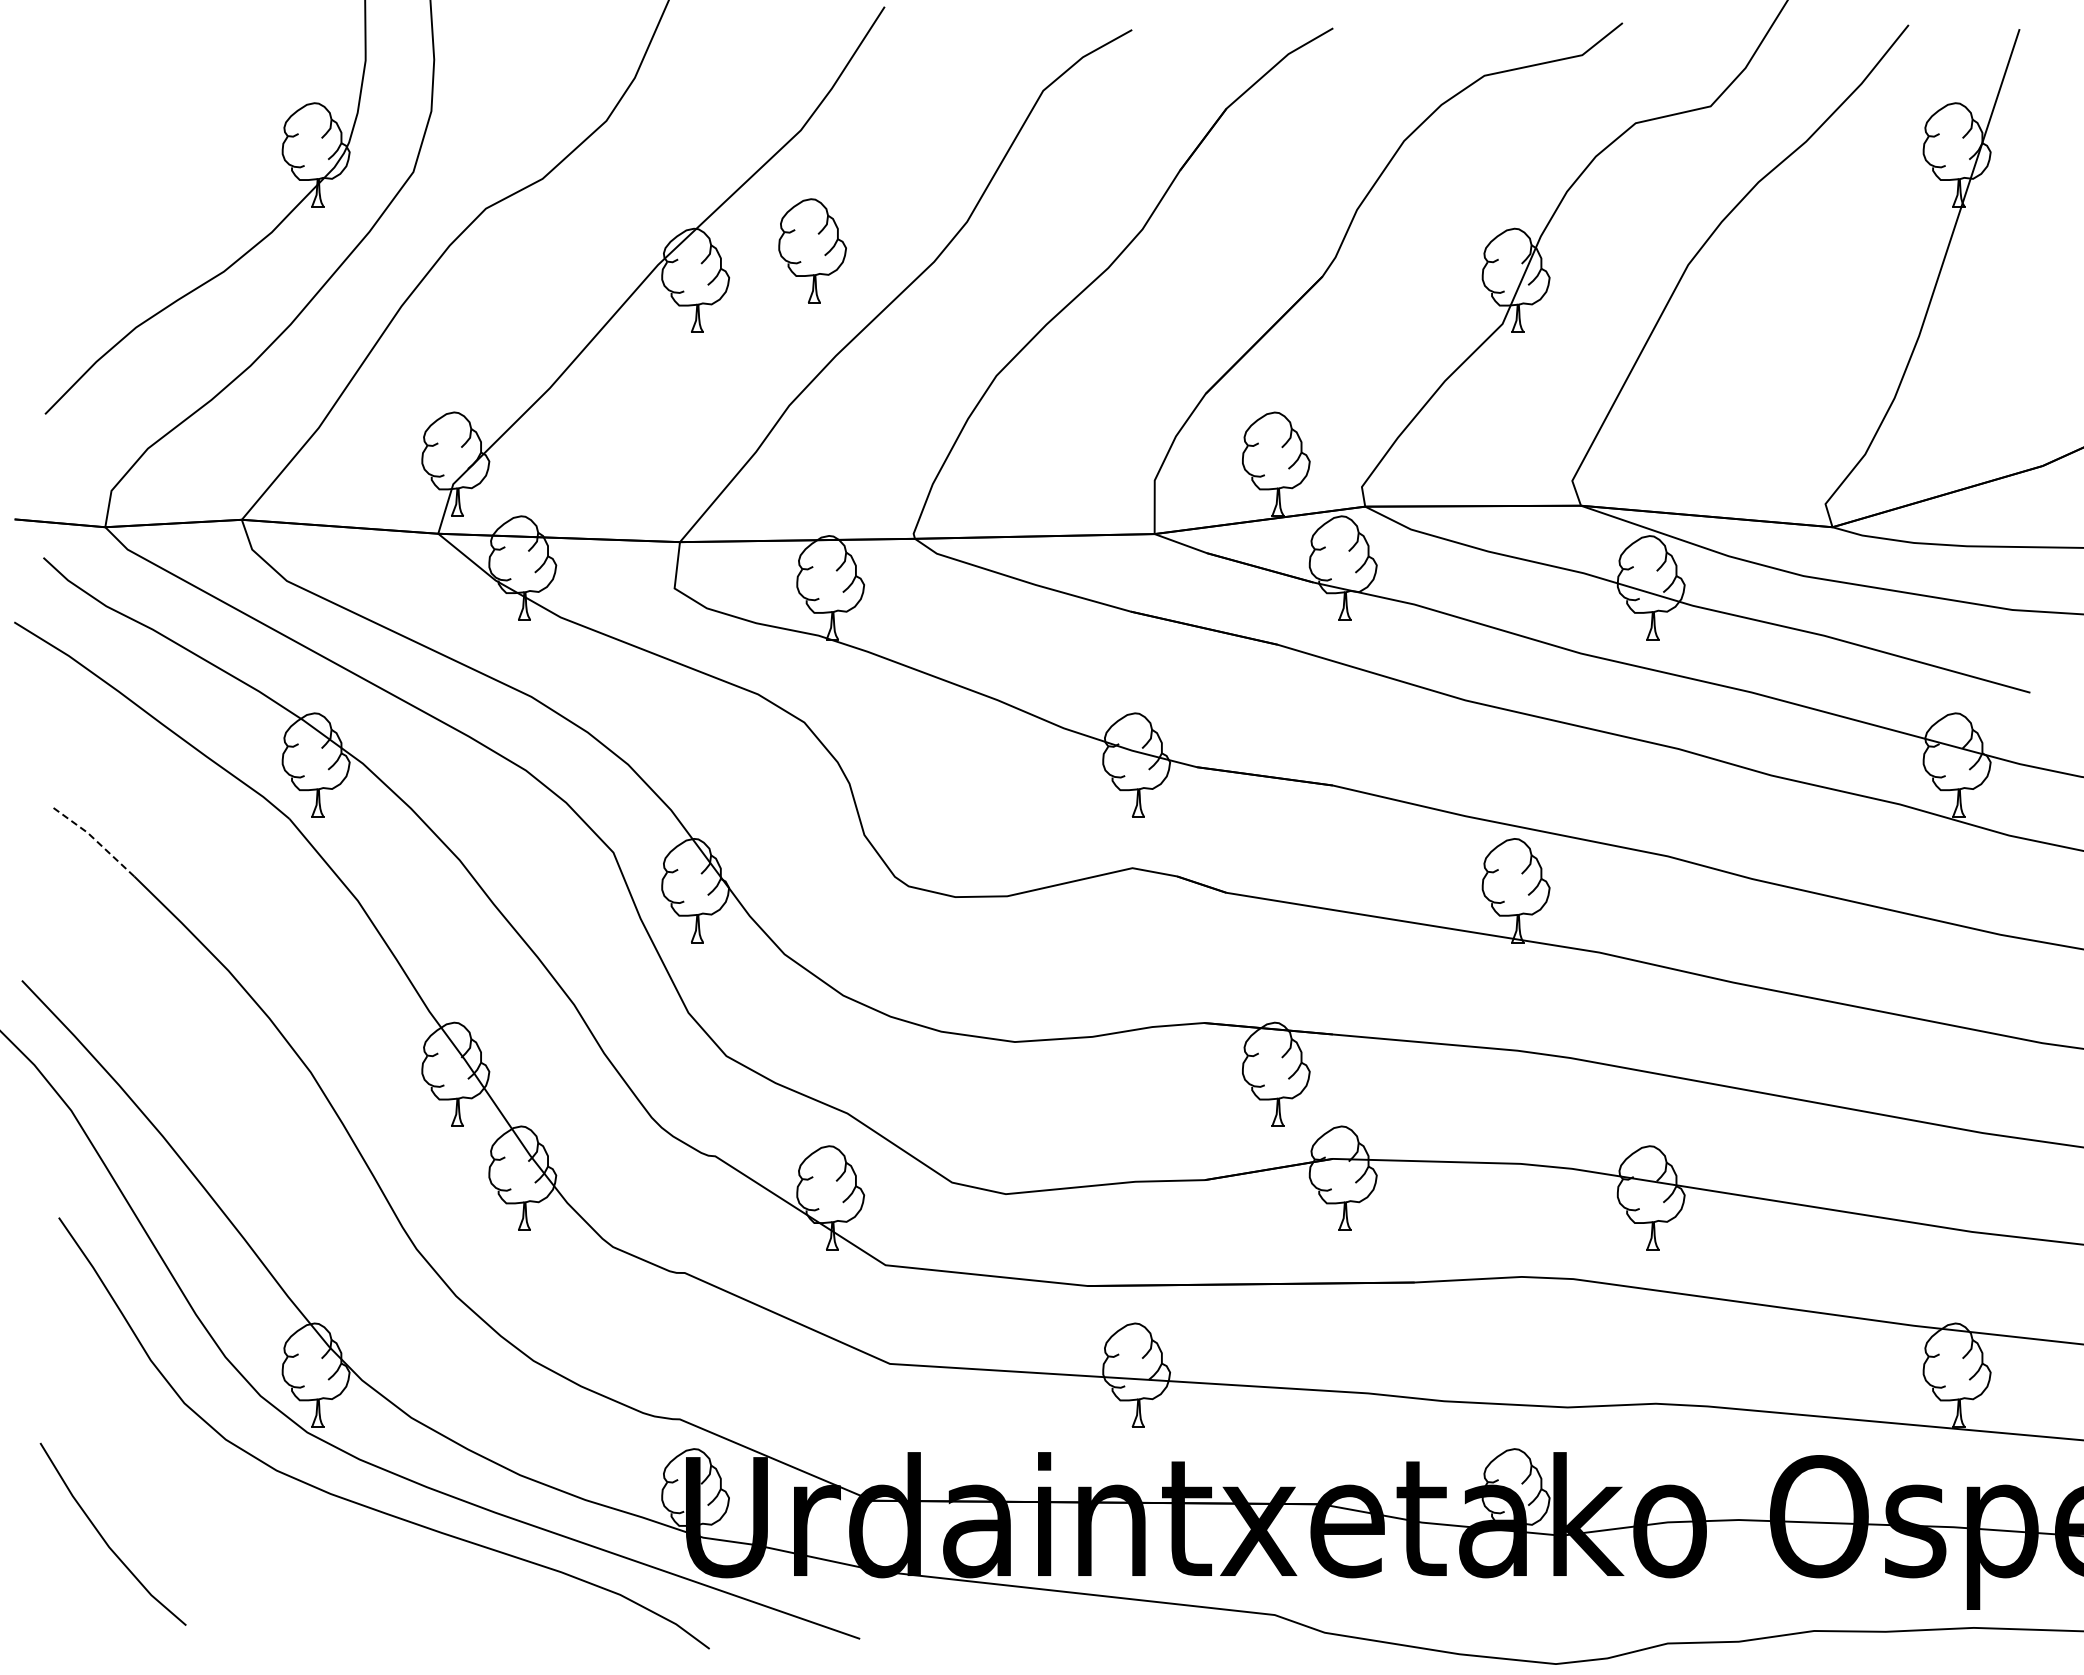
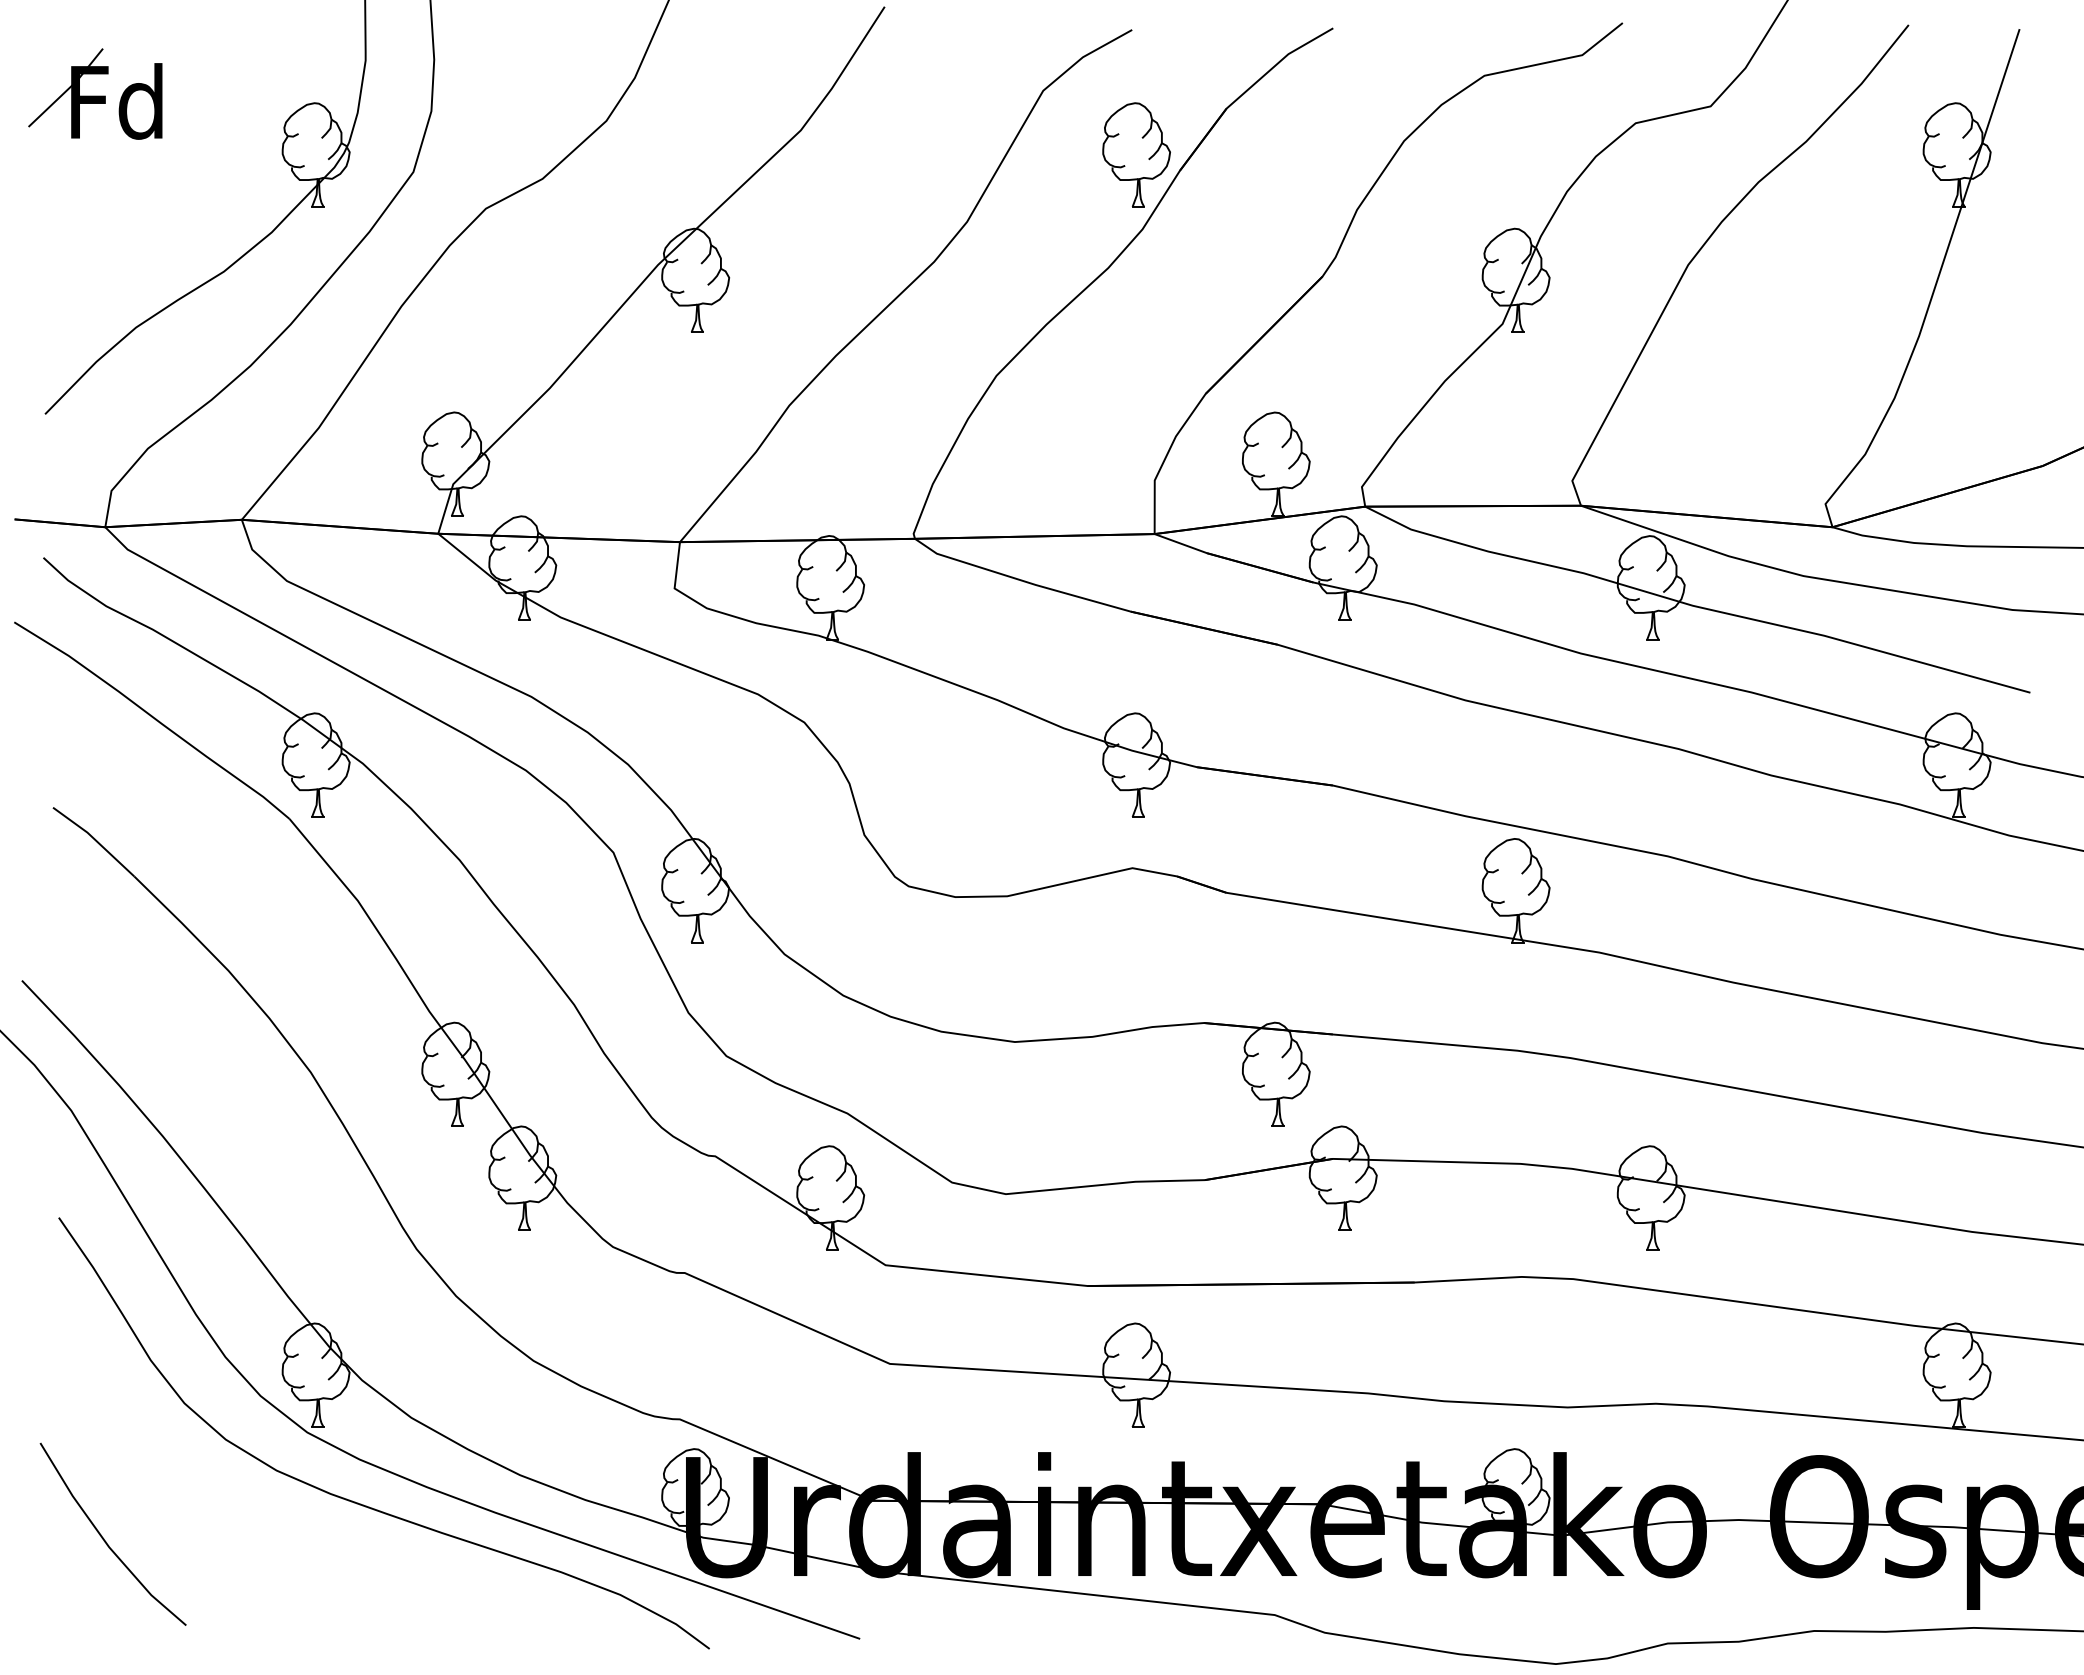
part at (95, 93): none -> present
part at (812, 250) position: (812, 250) -> (1136, 154)
line at (94, 839): dashed -> solid
